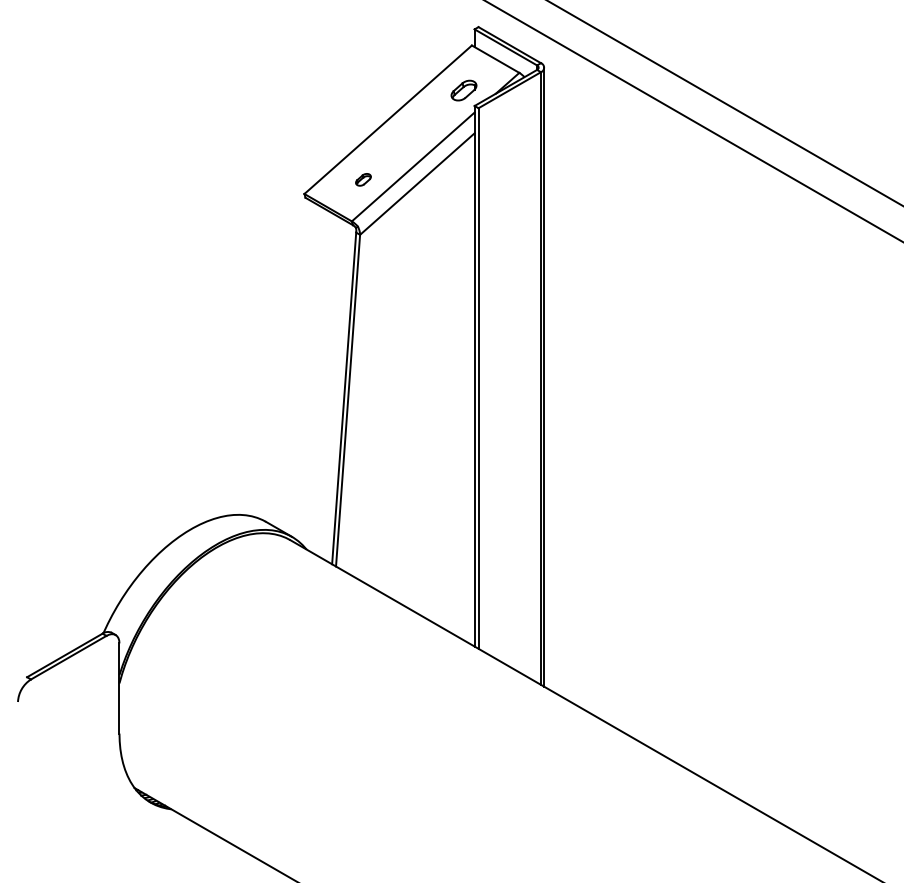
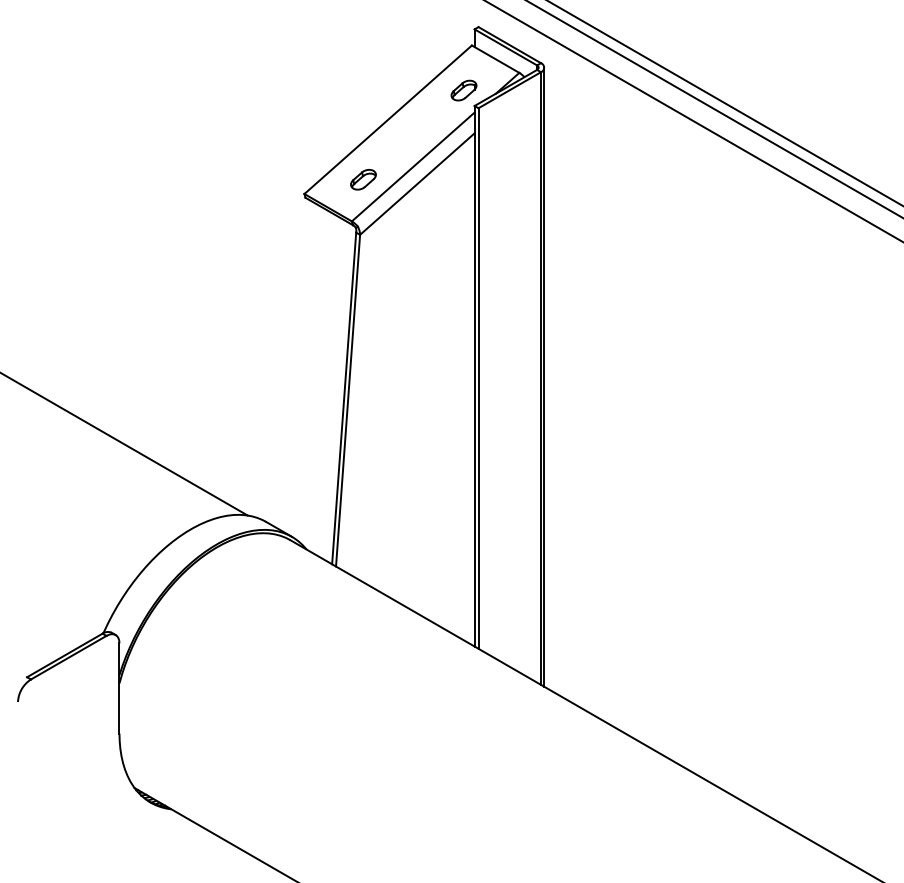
line at (714, 109): none -> present
part at (363, 179) size: 17x14 px -> 27x22 px
line at (124, 444): none -> present
